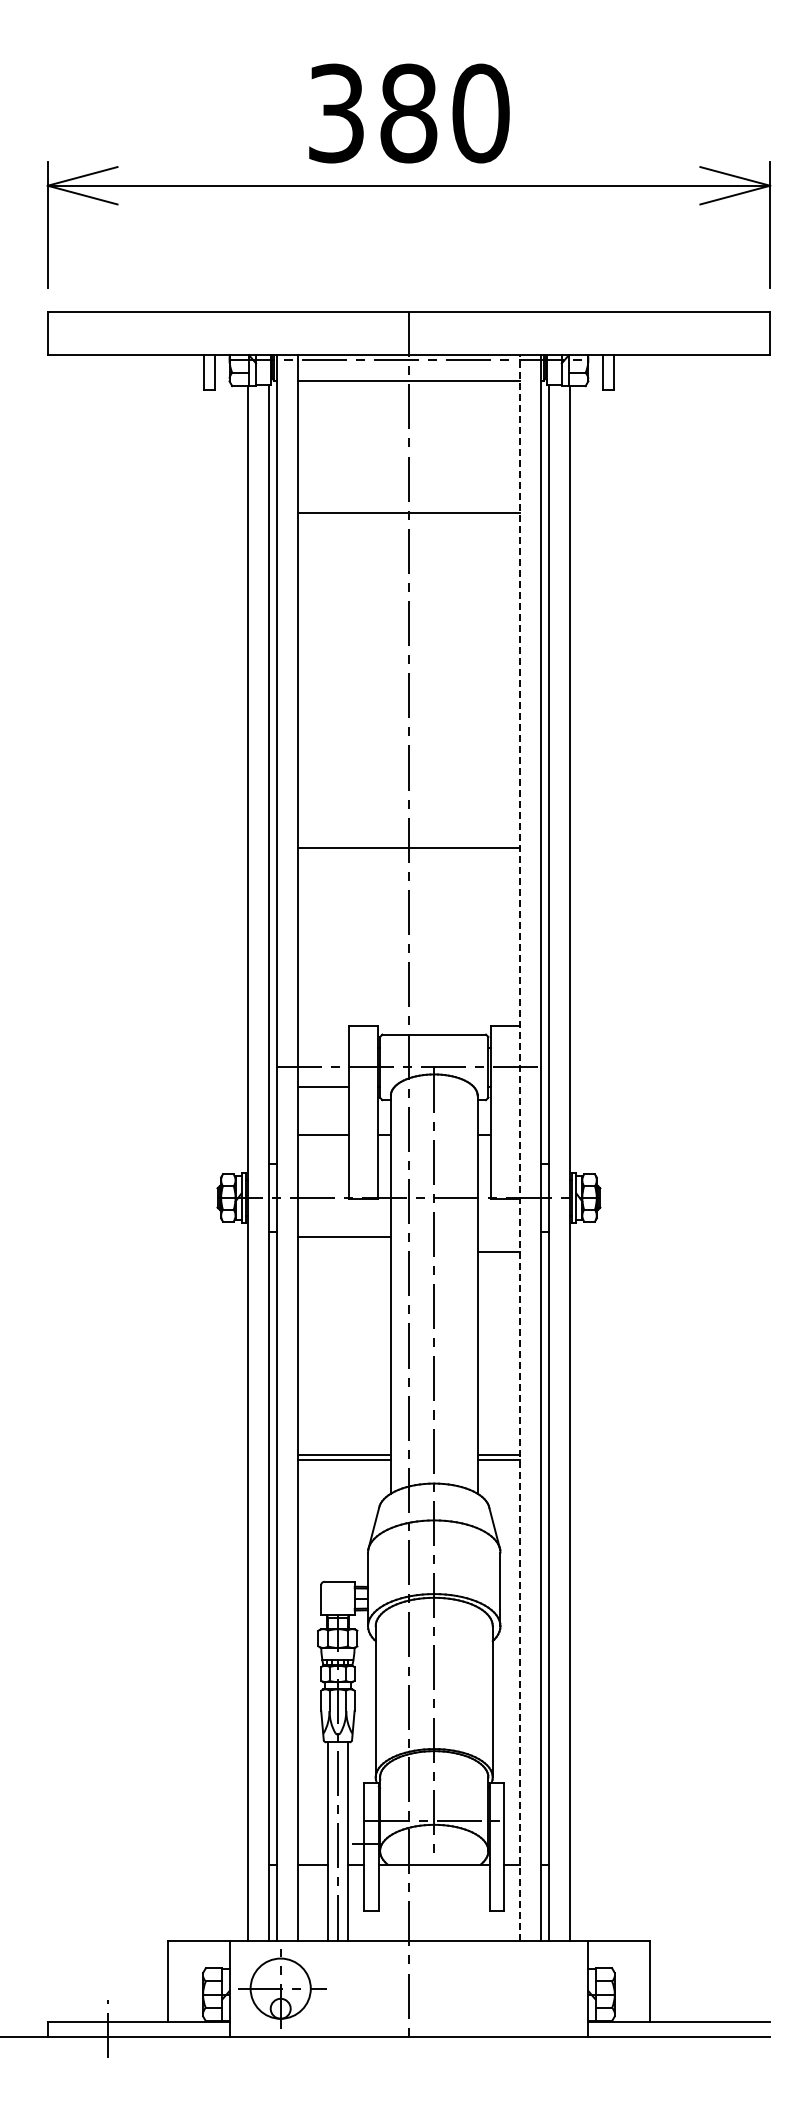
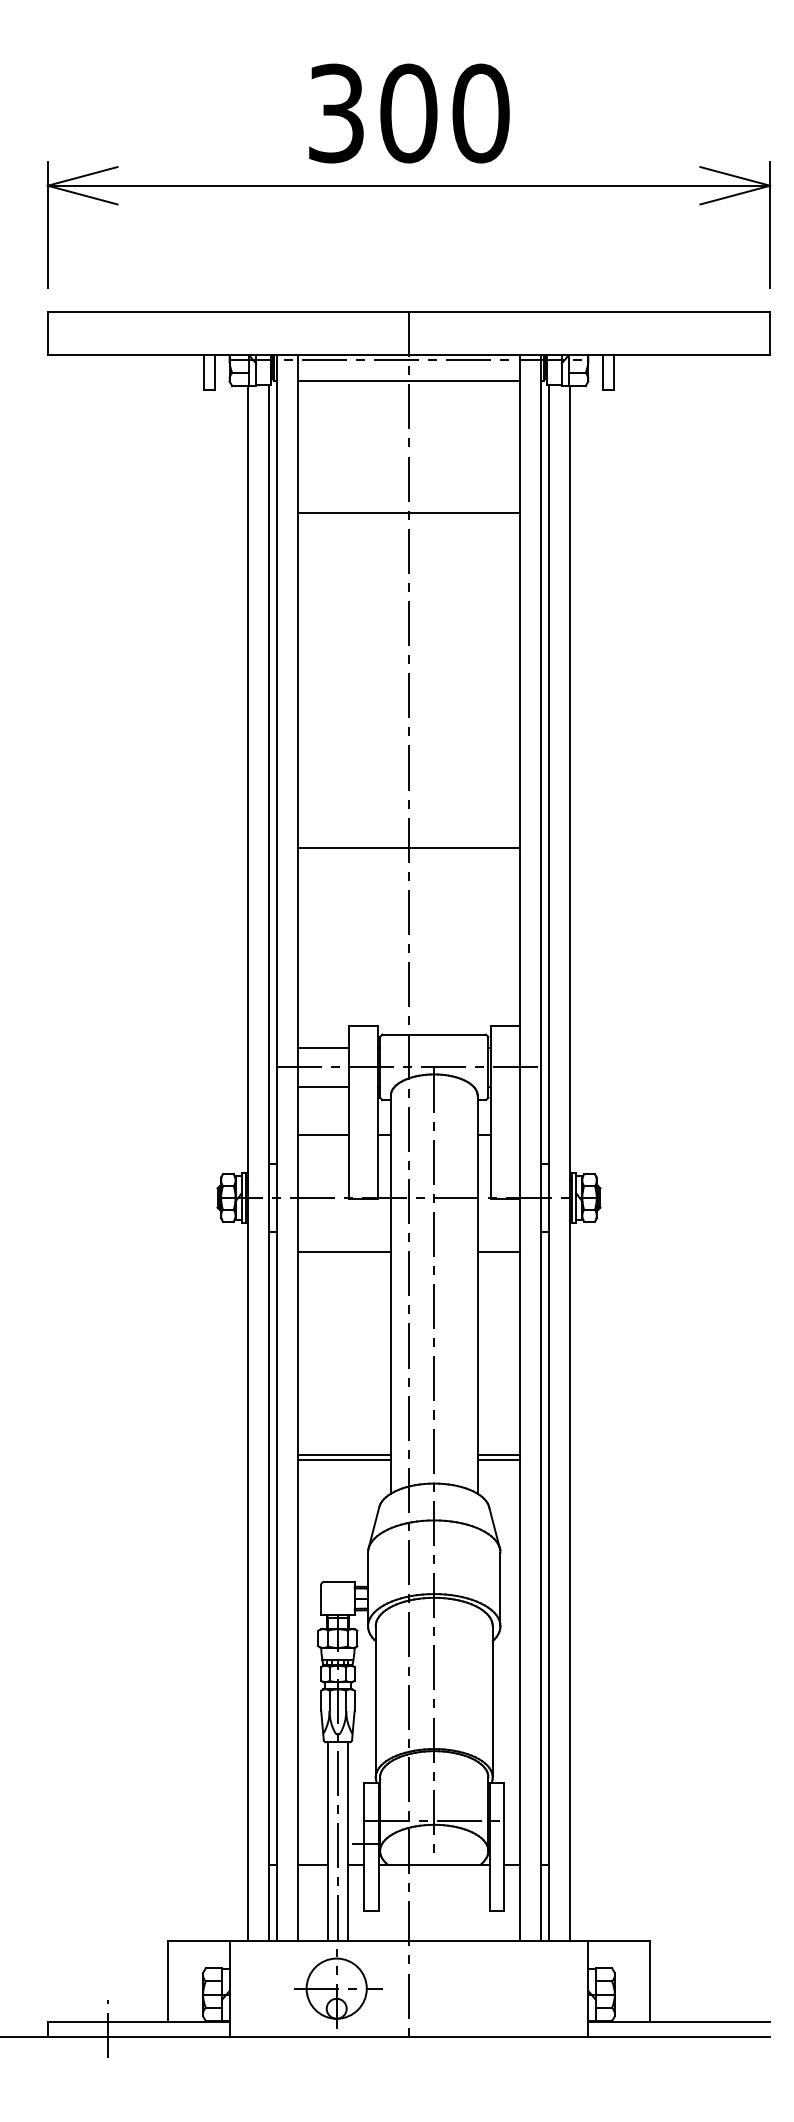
text at (408, 113): 380 -> 300
line at (323, 1048): none -> present
line at (519, 1147): dashed -> solid
line at (344, 1237) position: (344, 1237) -> (344, 1252)
part at (282, 1988) position: (282, 1988) -> (338, 1988)
